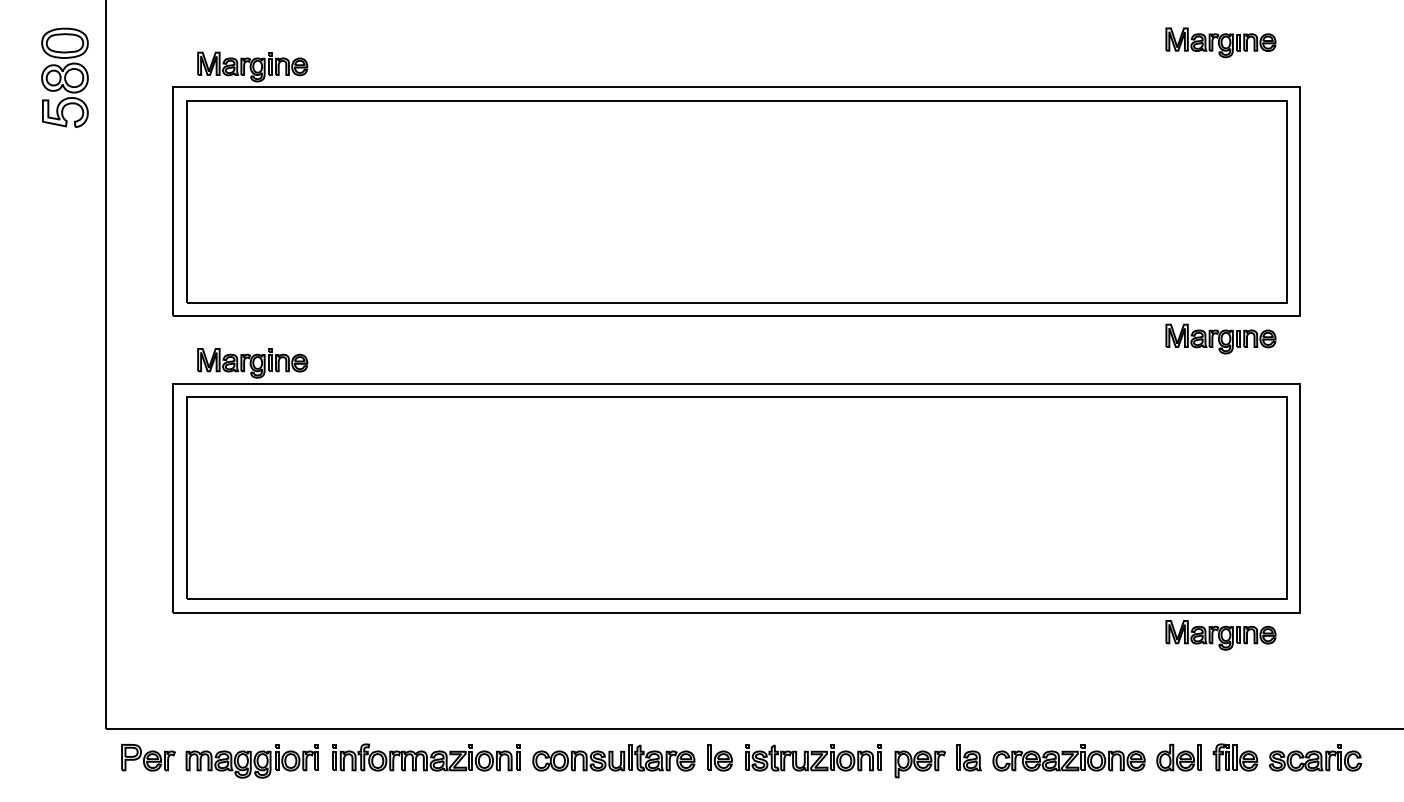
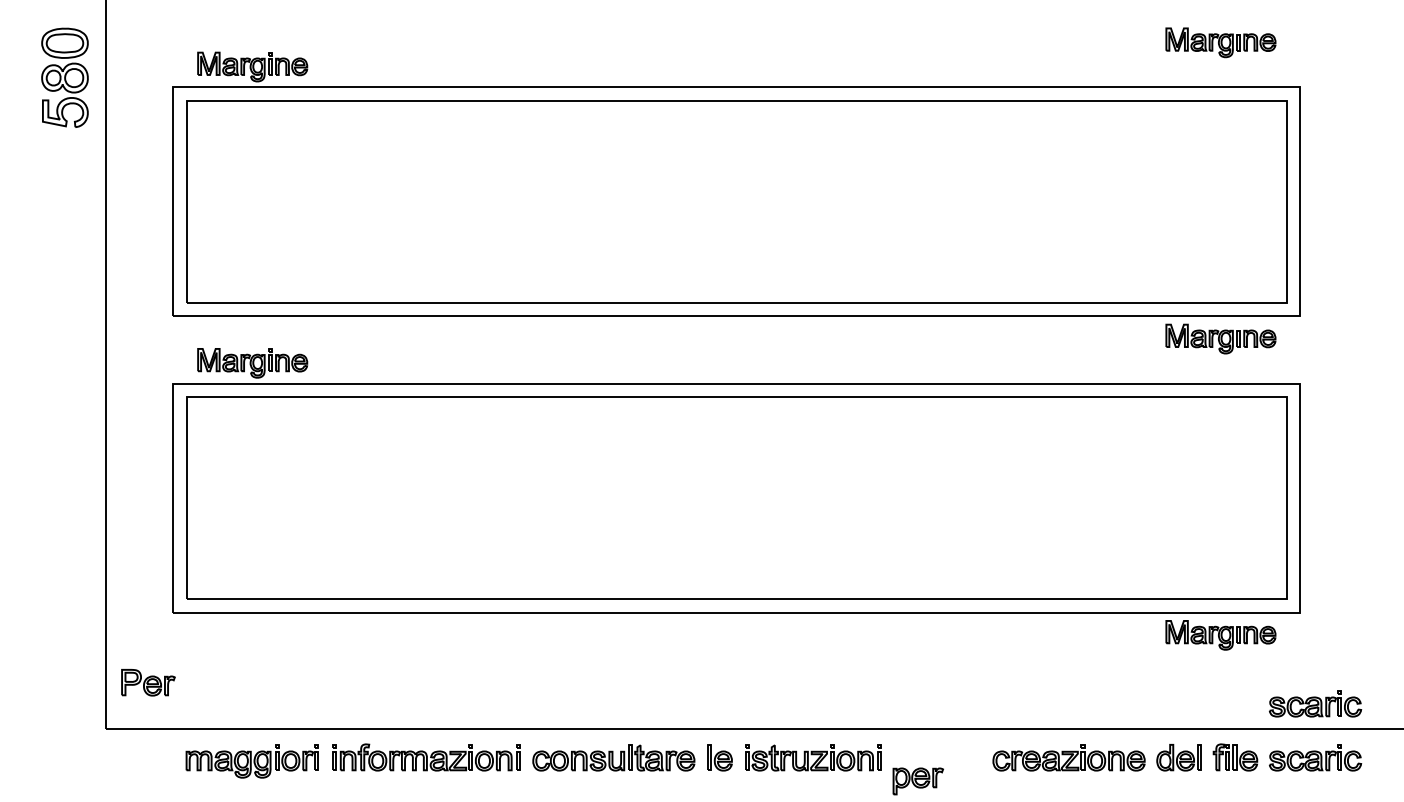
part at (1315, 703): none -> present
part at (148, 757) position: (148, 757) -> (148, 682)
part at (968, 757): present -> none
part at (919, 764) position: (919, 764) -> (917, 781)
